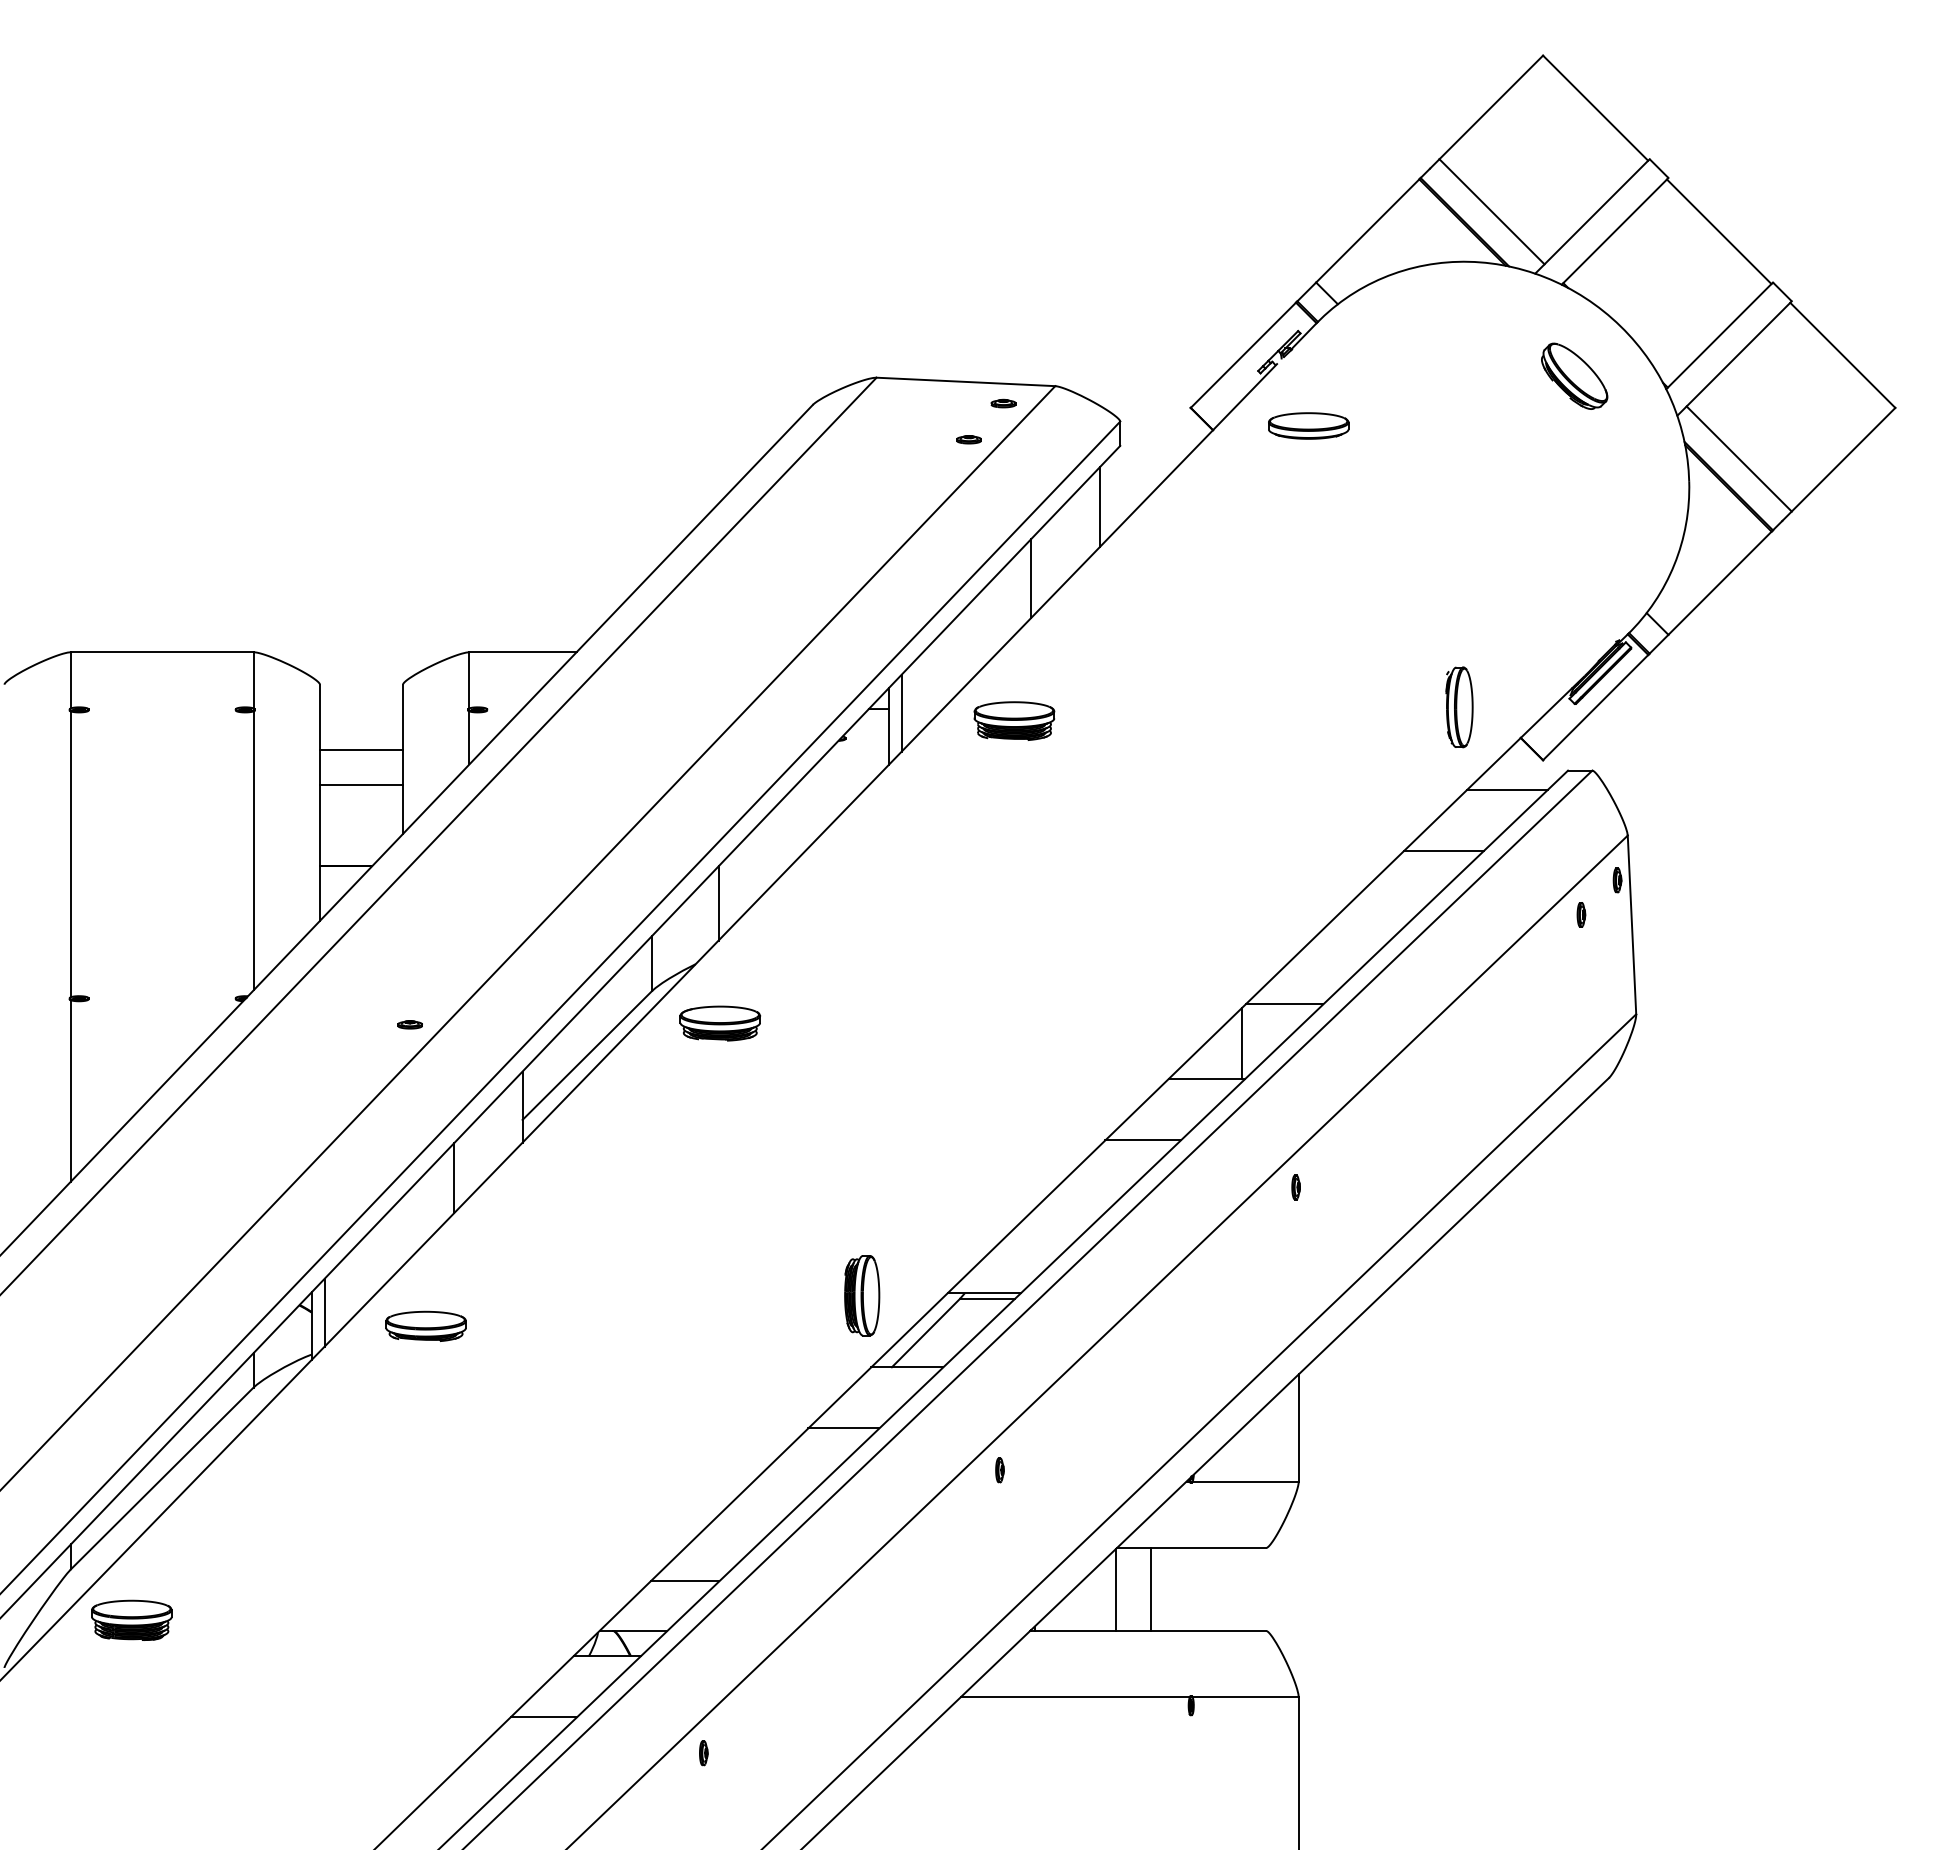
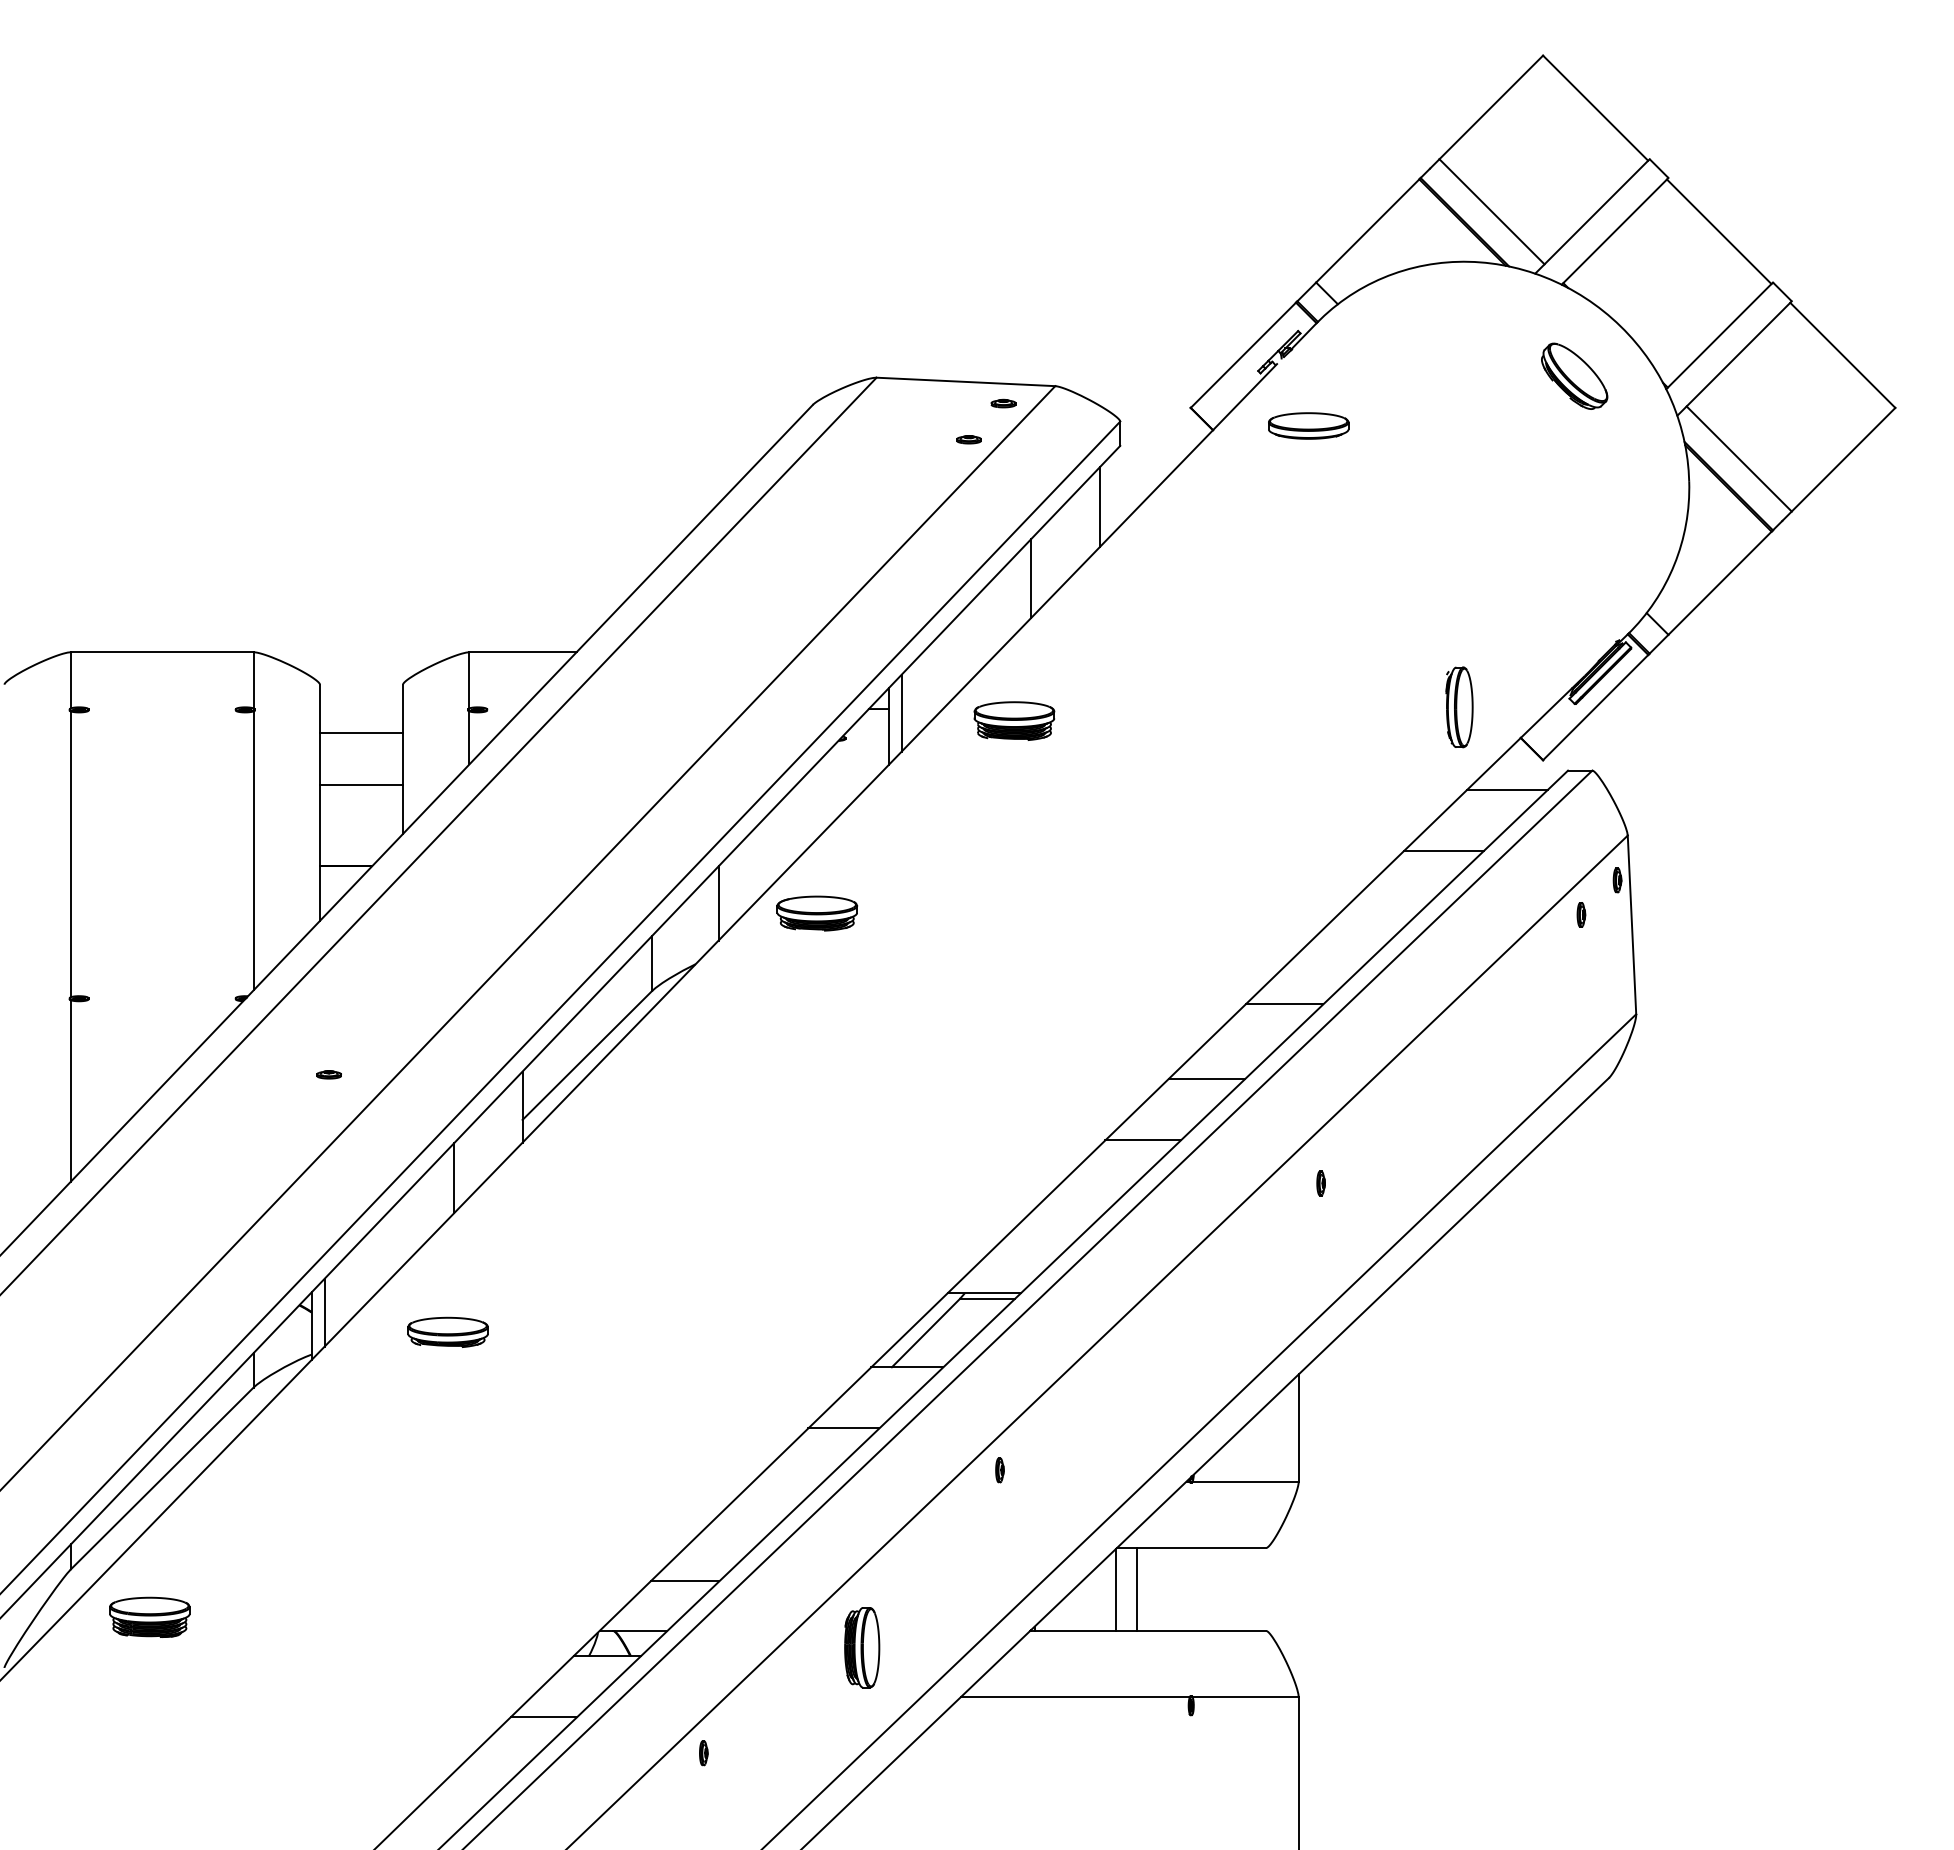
line at (361, 749) position: (361, 749) -> (361, 732)
part at (720, 1023) position: (720, 1023) -> (817, 913)
part at (409, 1024) position: (409, 1024) -> (328, 1074)
line at (1241, 1043): present -> none
part at (1295, 1187) position: (1295, 1187) -> (1320, 1183)
part at (862, 1295) position: (862, 1295) -> (862, 1647)
part at (425, 1325) position: (425, 1325) -> (447, 1331)
line at (1150, 1589) position: (1150, 1589) -> (1136, 1589)
part at (131, 1619) position: (131, 1619) -> (149, 1616)
